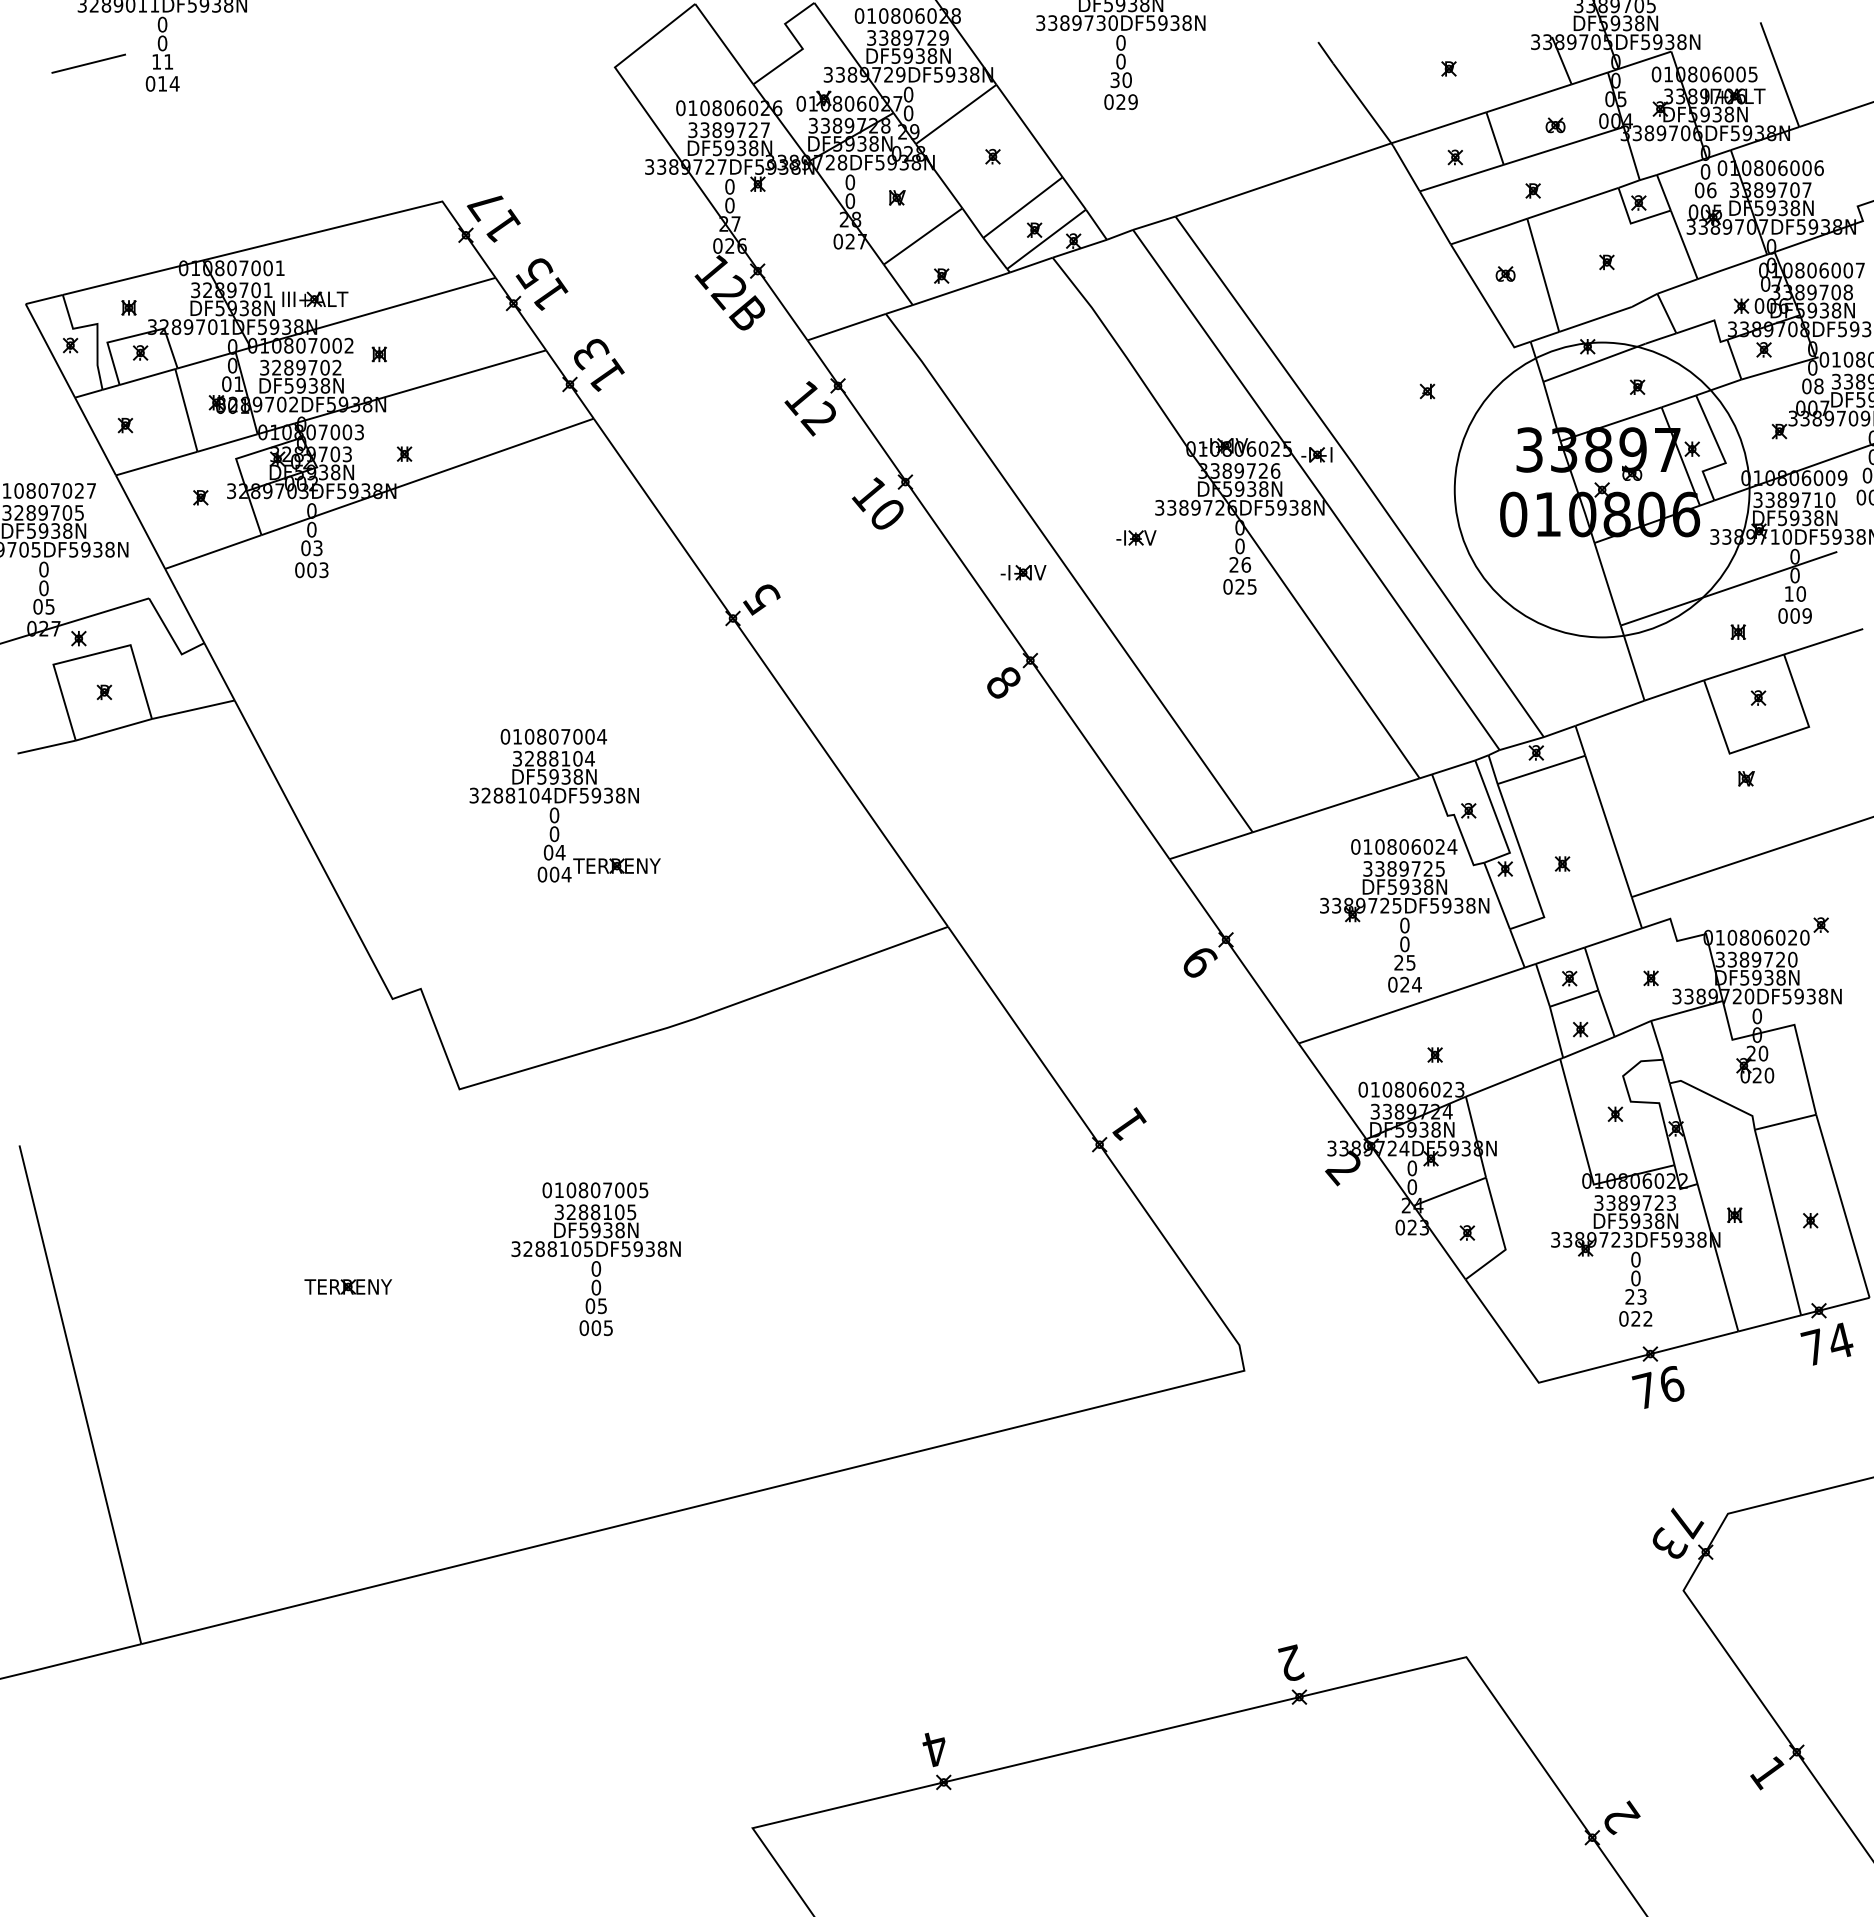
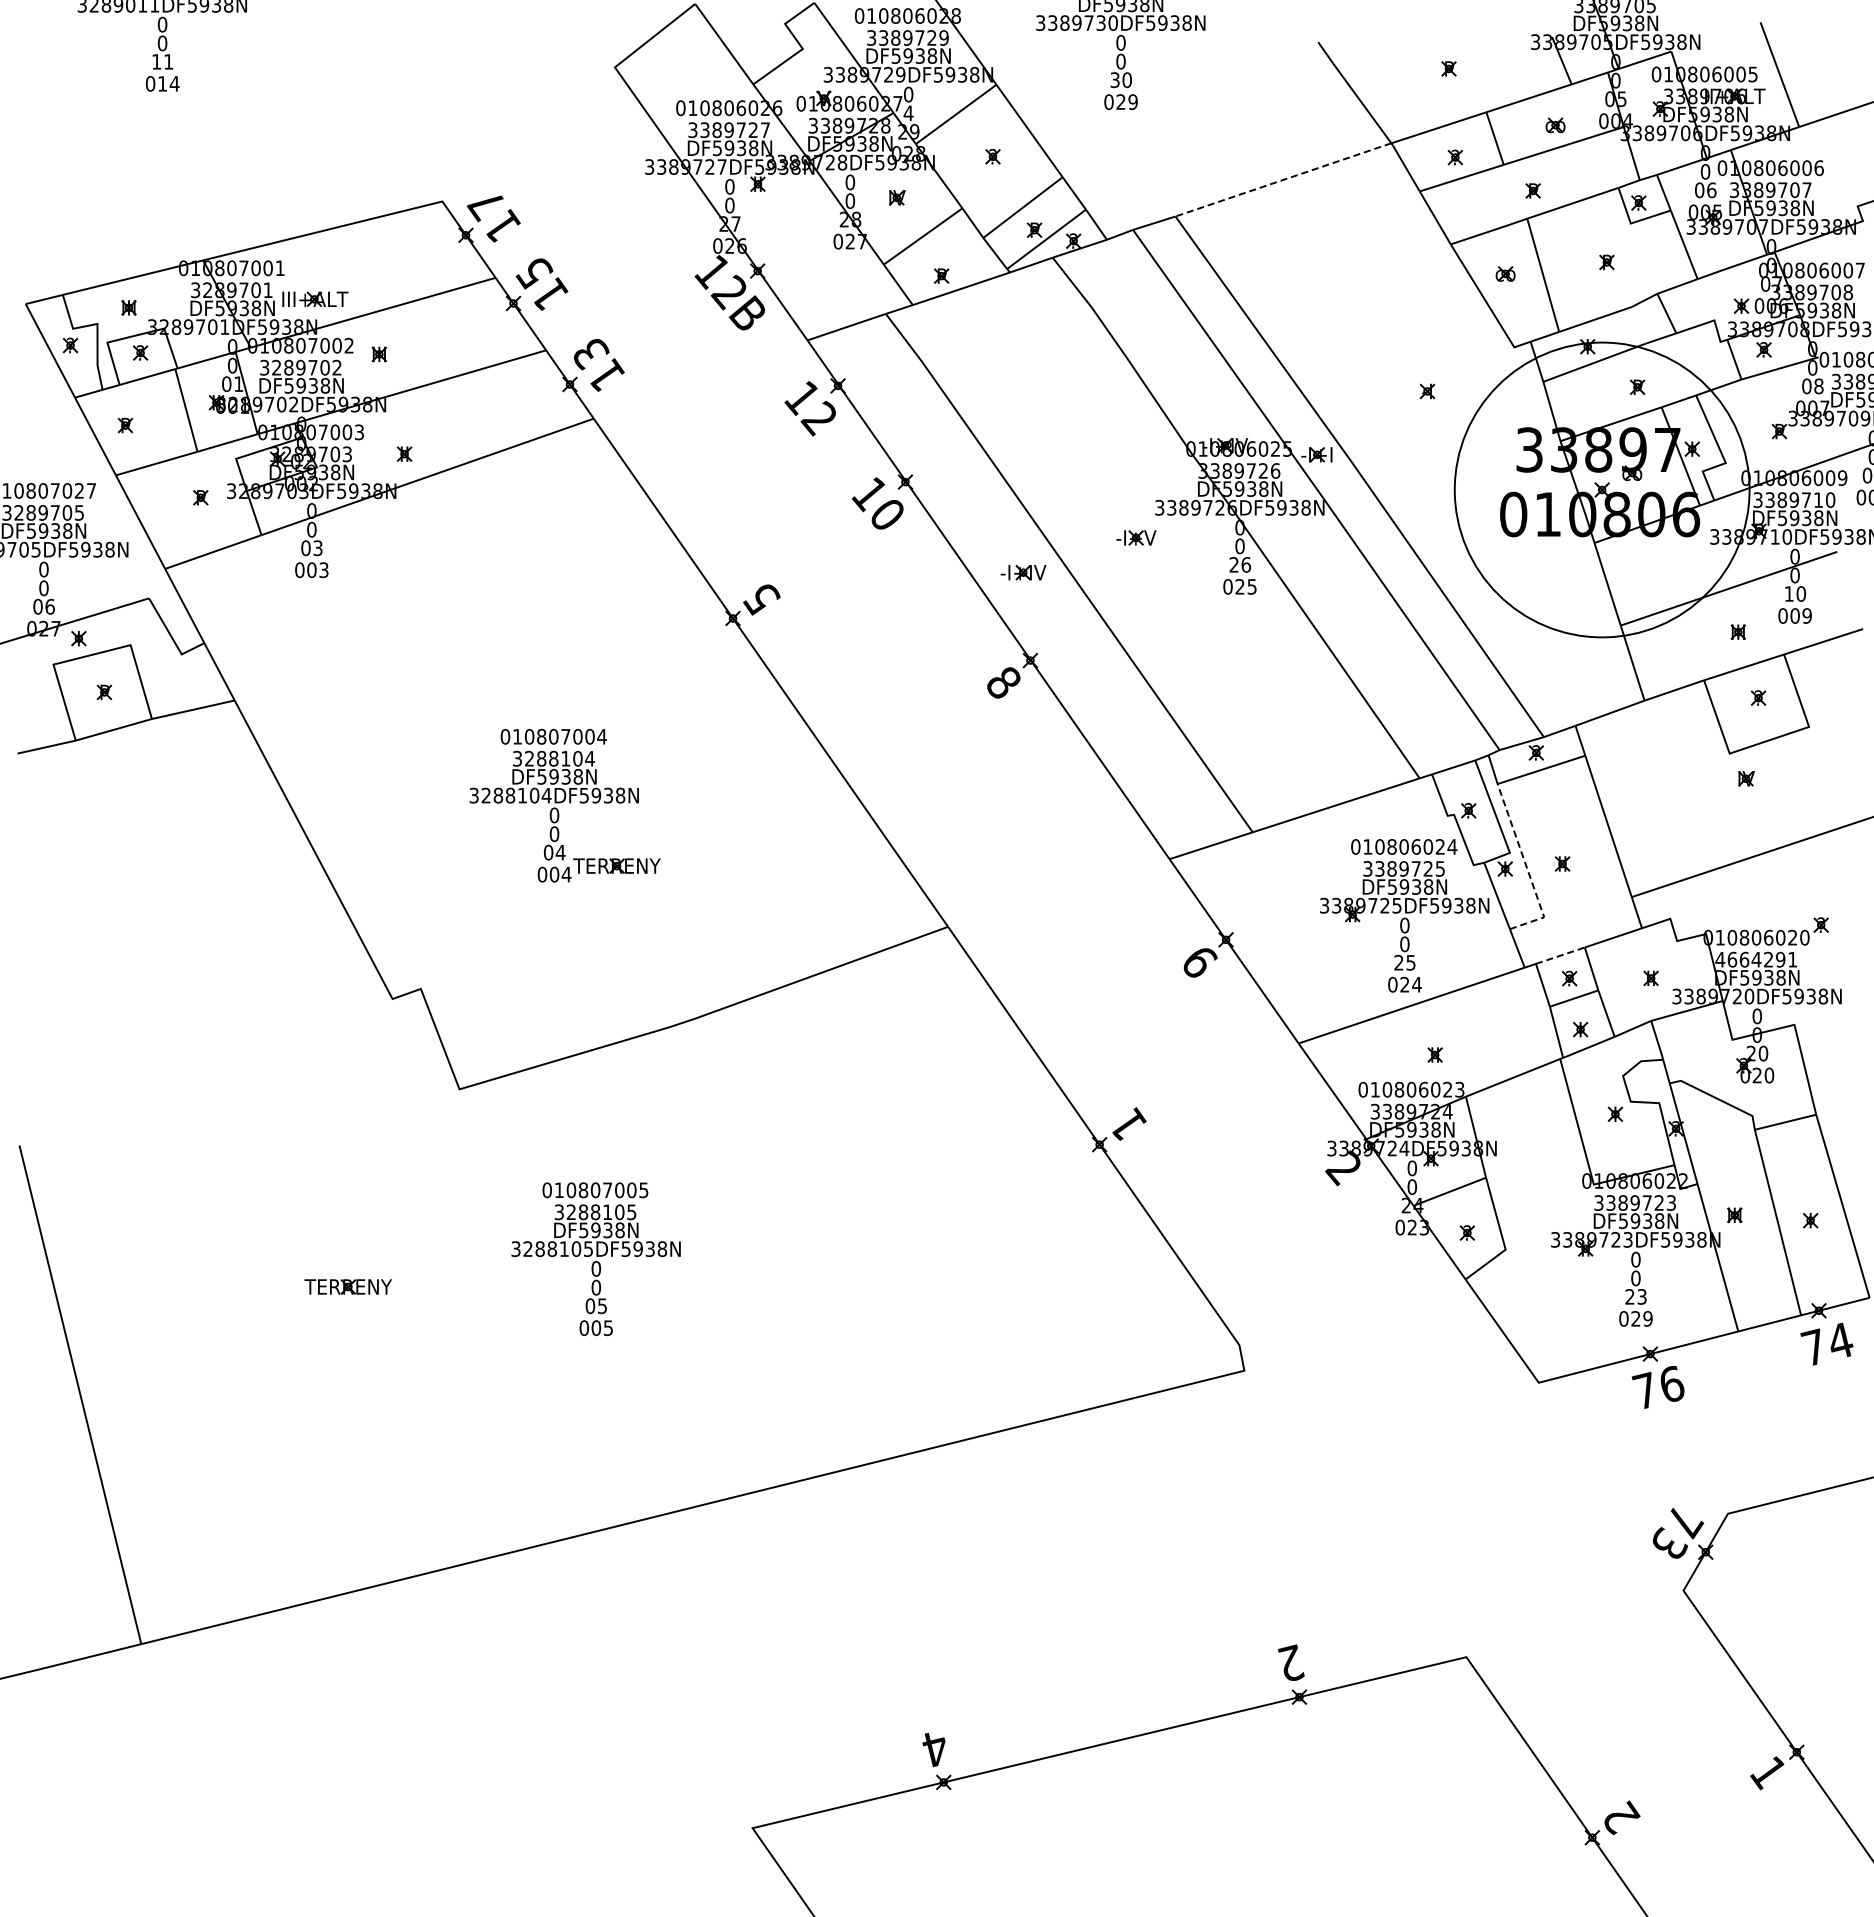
line at (88, 63): present -> none
text at (908, 113): 0 -> 4
line at (1283, 179): solid -> dashed
text at (49, 606): 05 -> 06
line at (1527, 868): solid -> dashed
line at (1561, 955): solid -> dashed
text at (1756, 959): 3389720 -> 4664291
text at (1647, 1318): 022 -> 029
